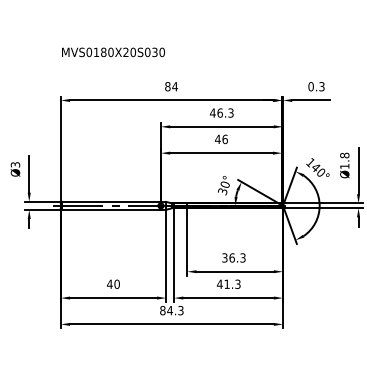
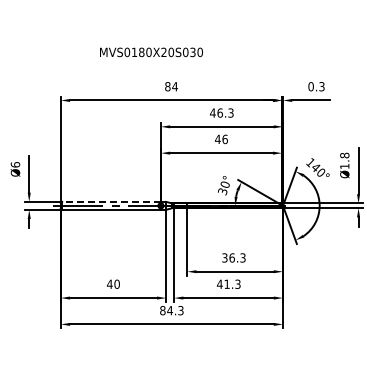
text at (113, 52) position: (113, 52) -> (151, 52)
text at (15, 164): Ø3 -> Ø6
line at (111, 201): solid -> dashed
